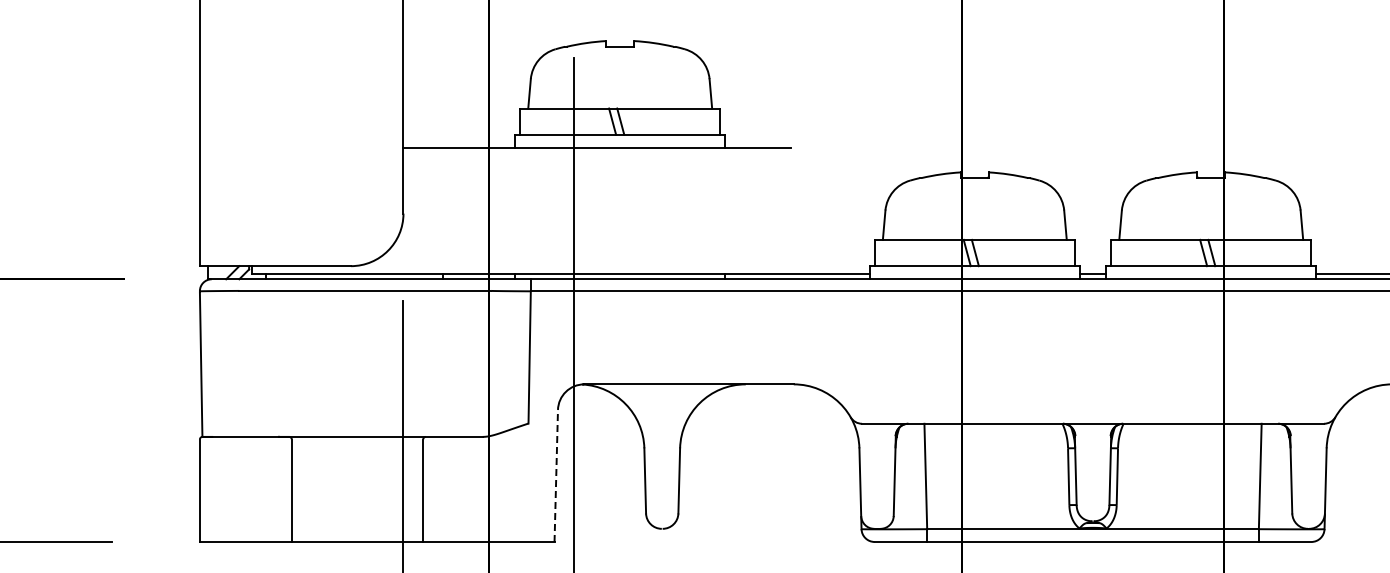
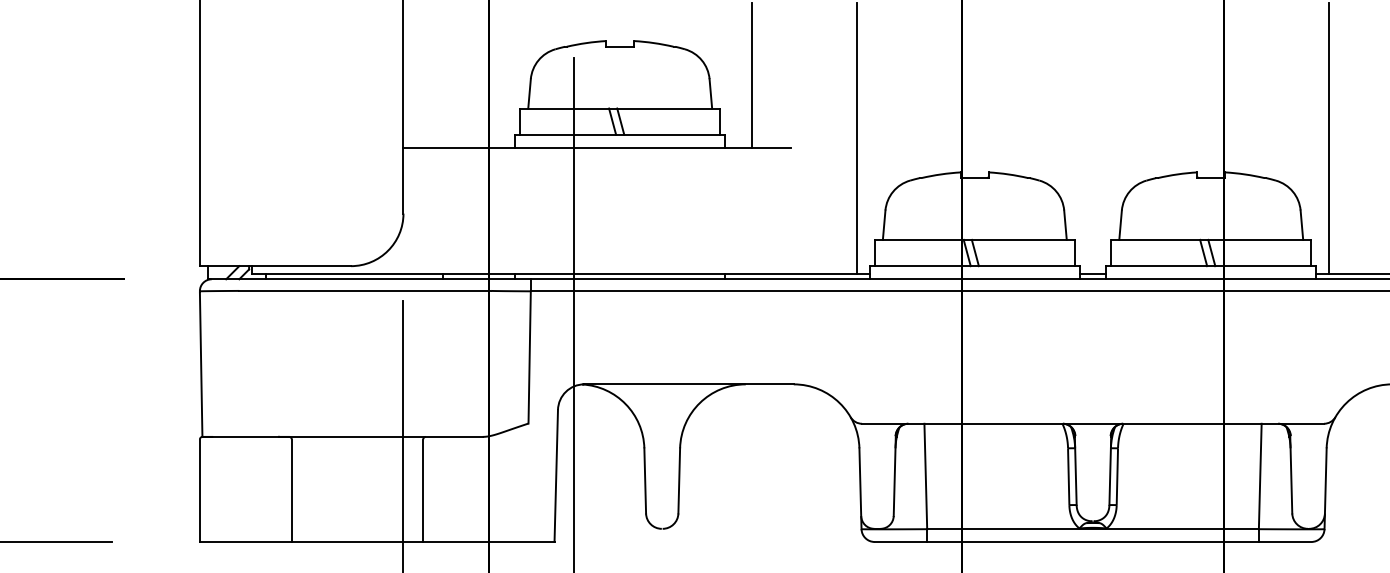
line at (751, 75): none -> present
line at (856, 138): none -> present
line at (1329, 138): none -> present
line at (556, 475): dashed -> solid
